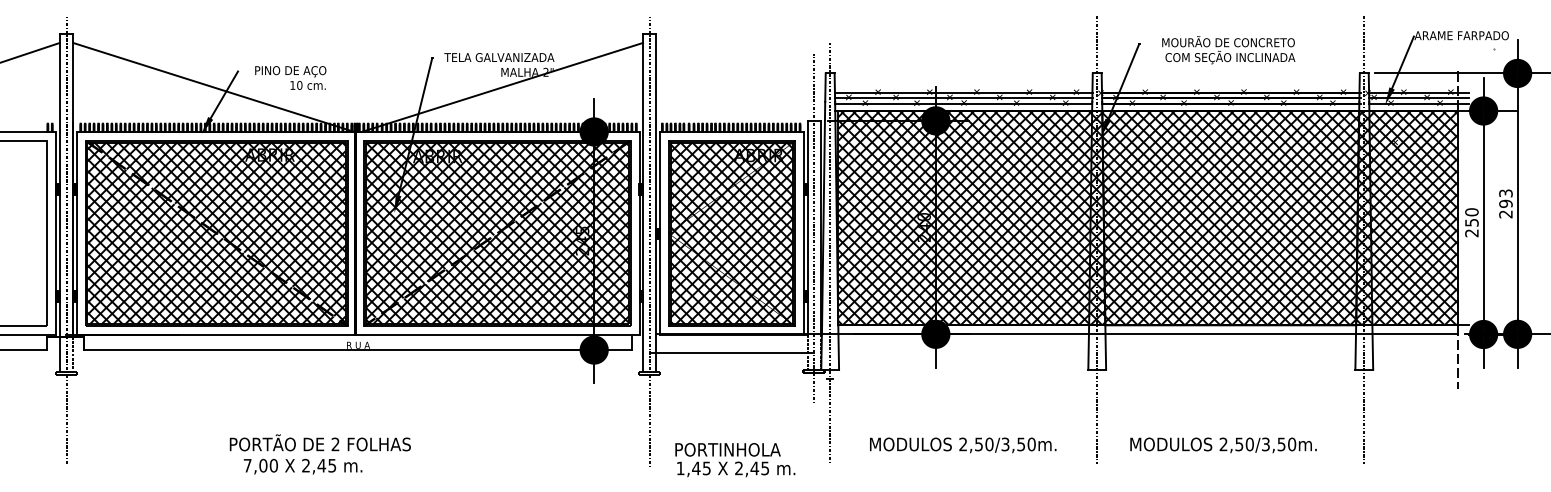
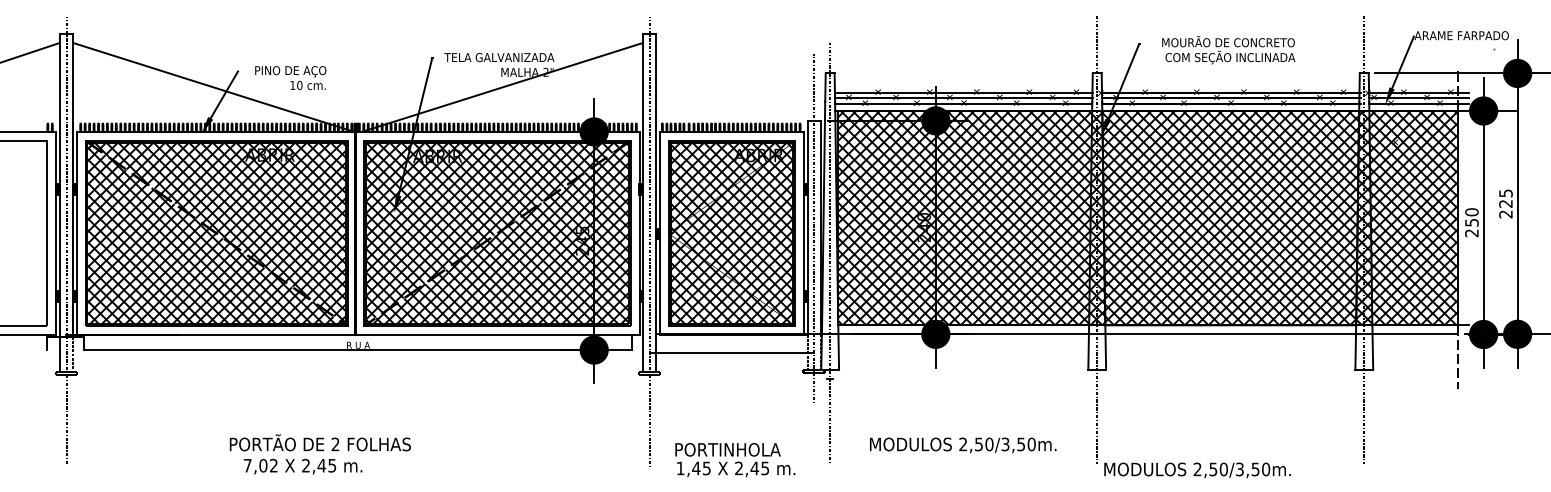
text at (1505, 198): 293 -> 225
line at (24, 350): present -> none
text at (1223, 445) position: (1223, 445) -> (1197, 470)
text at (273, 465): 7,00 -> 7,02
